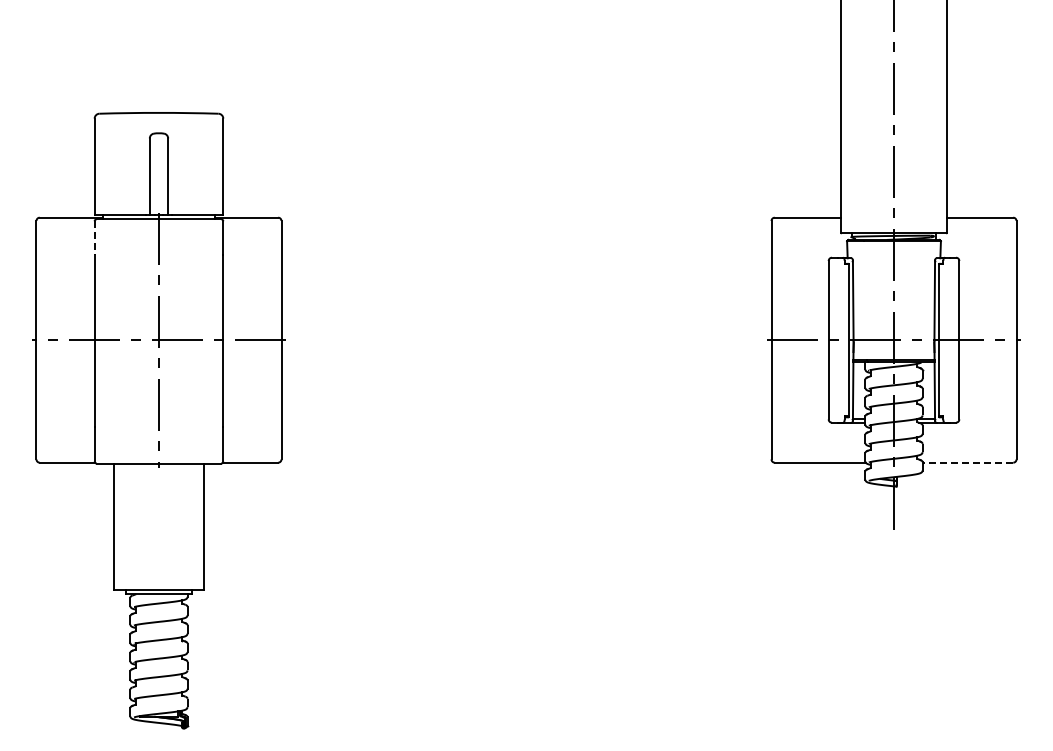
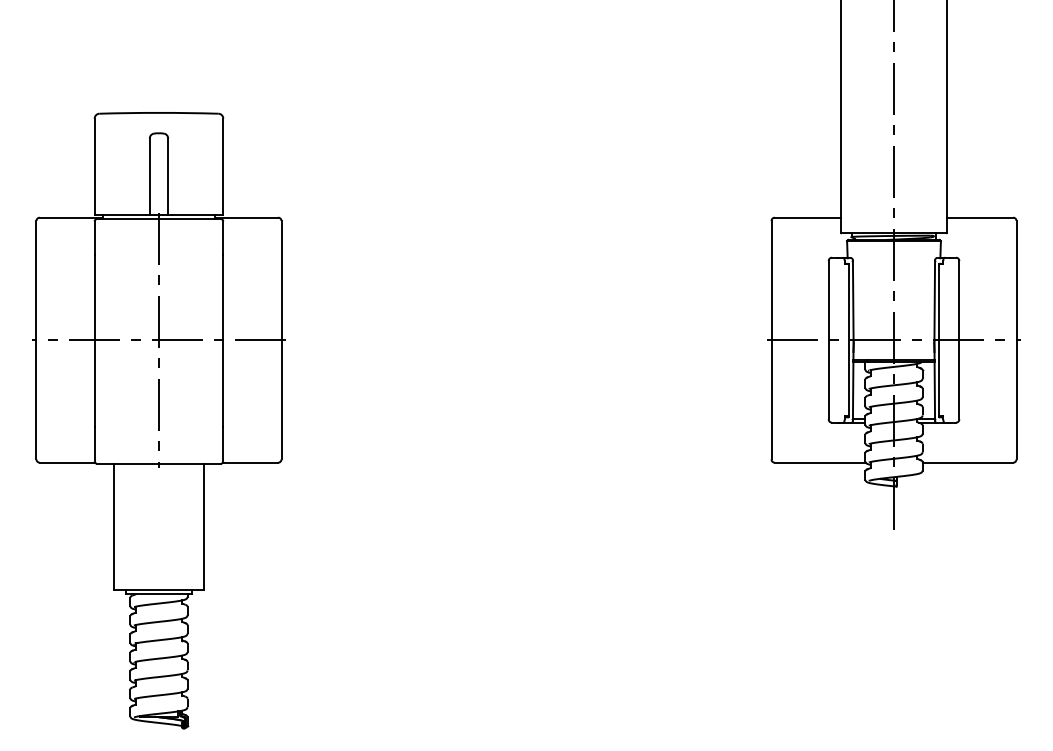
line at (94, 238): dashed -> solid
line at (967, 462): dashed -> solid
